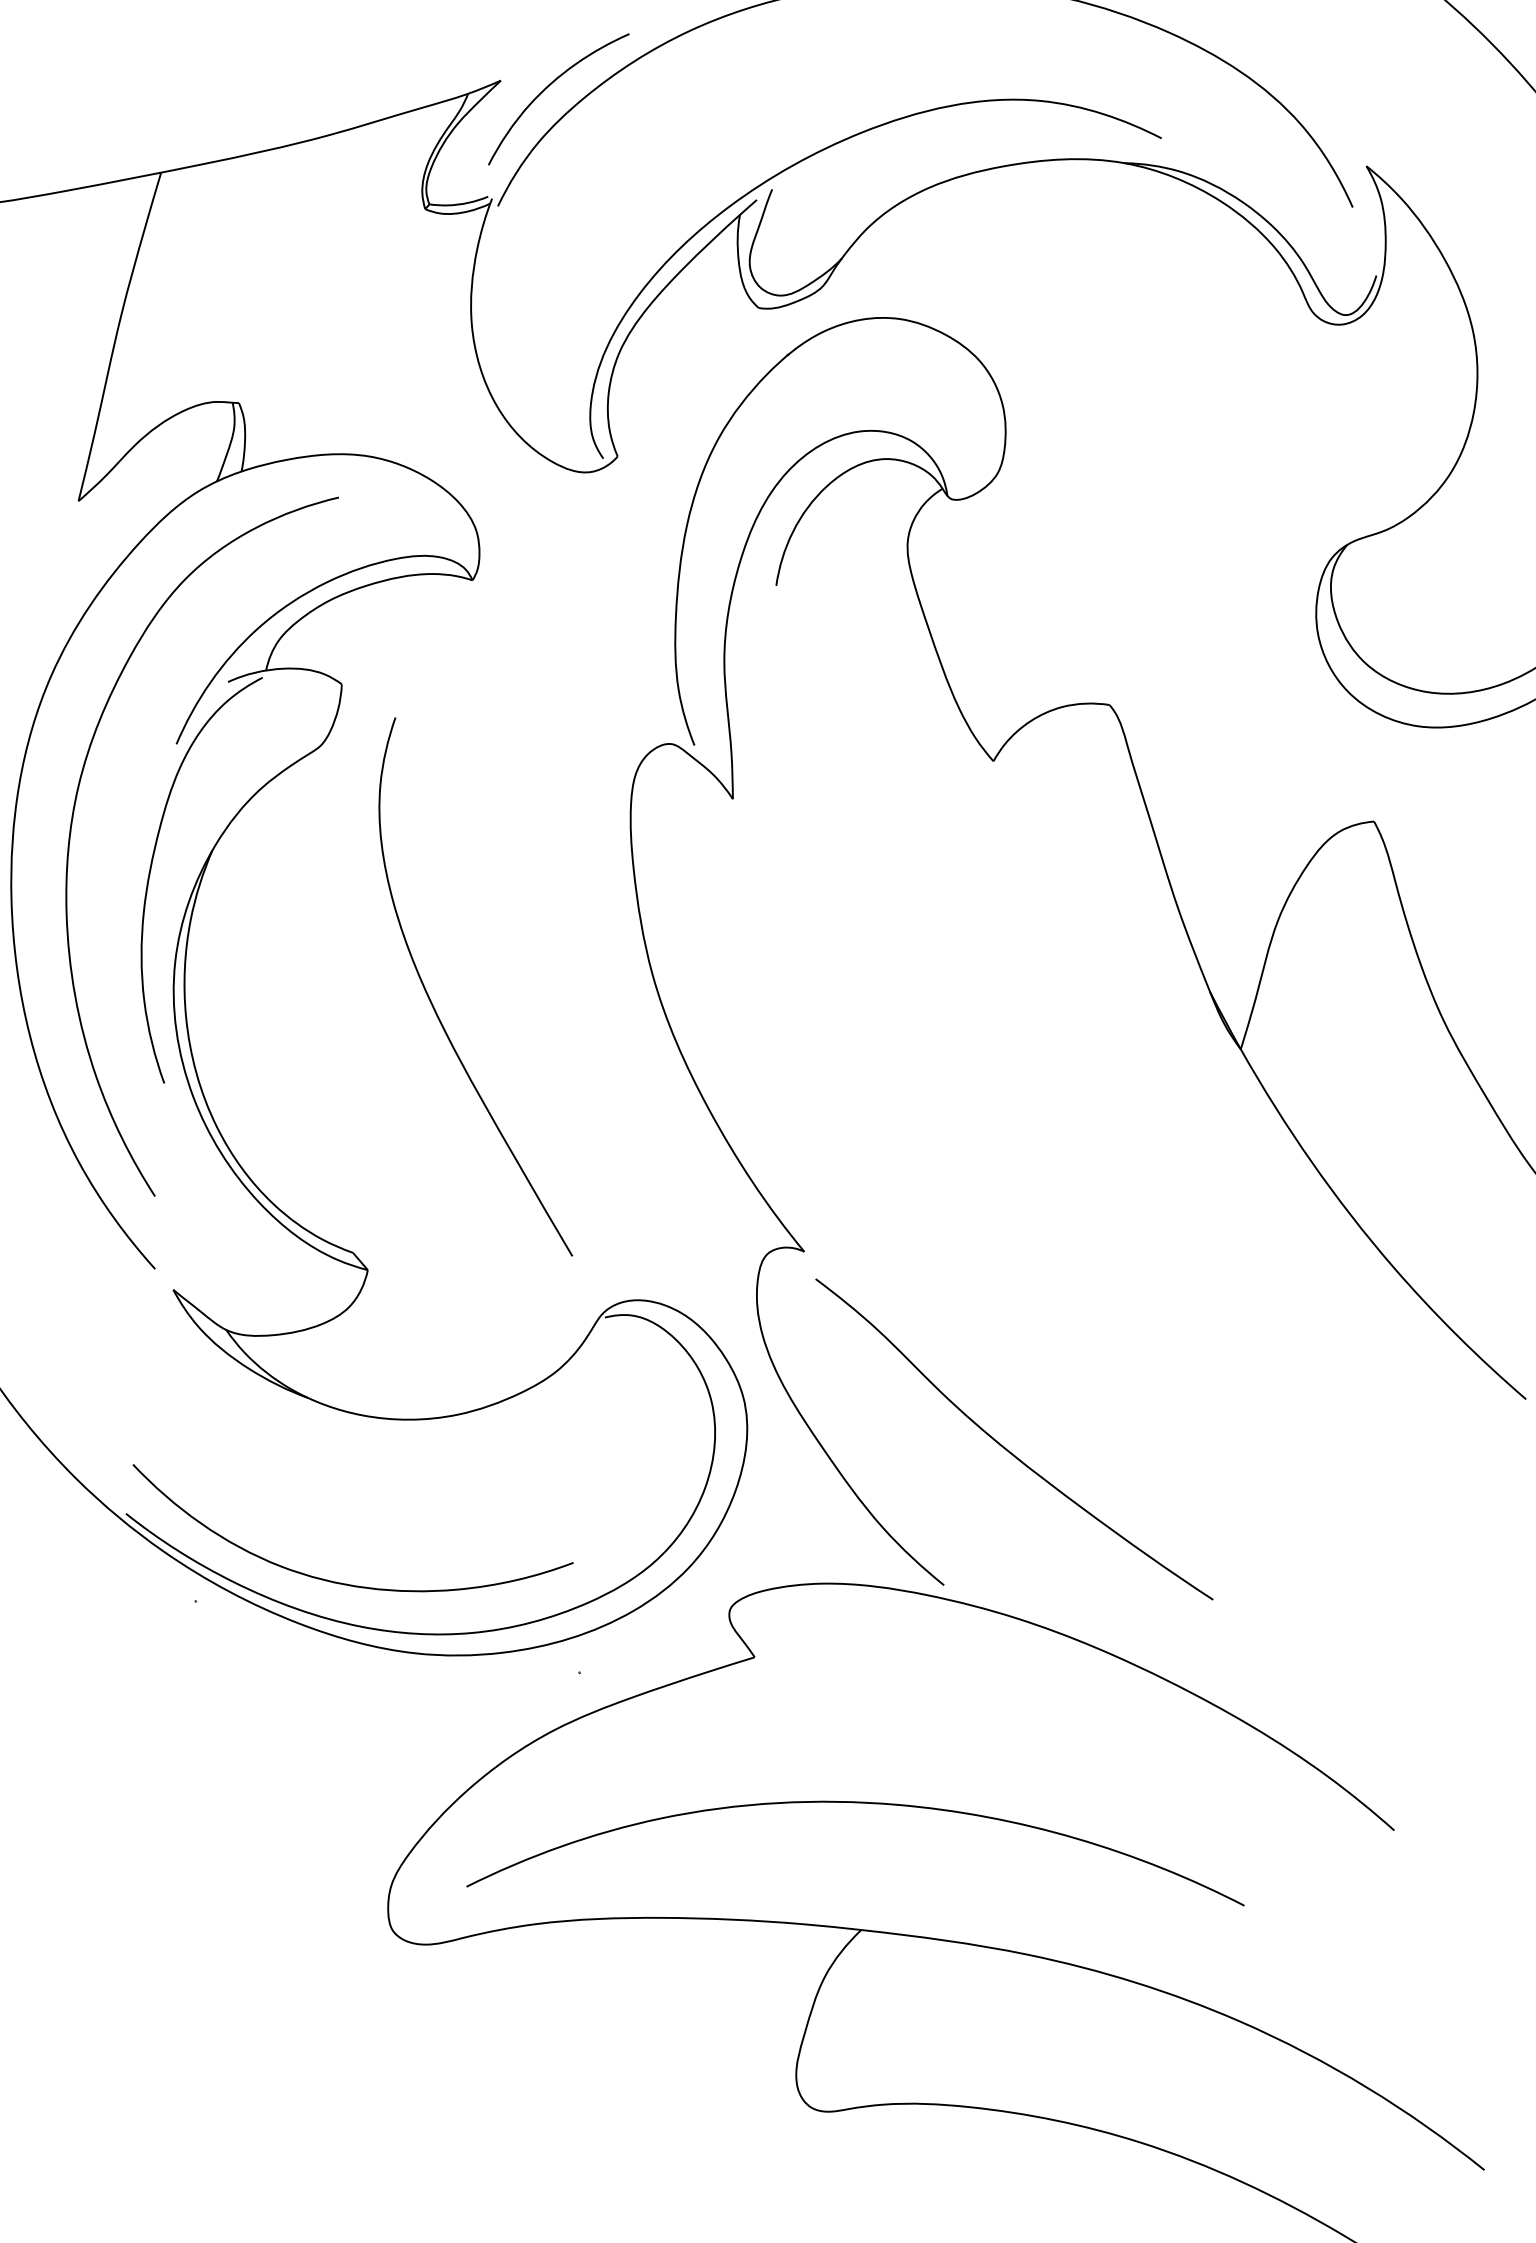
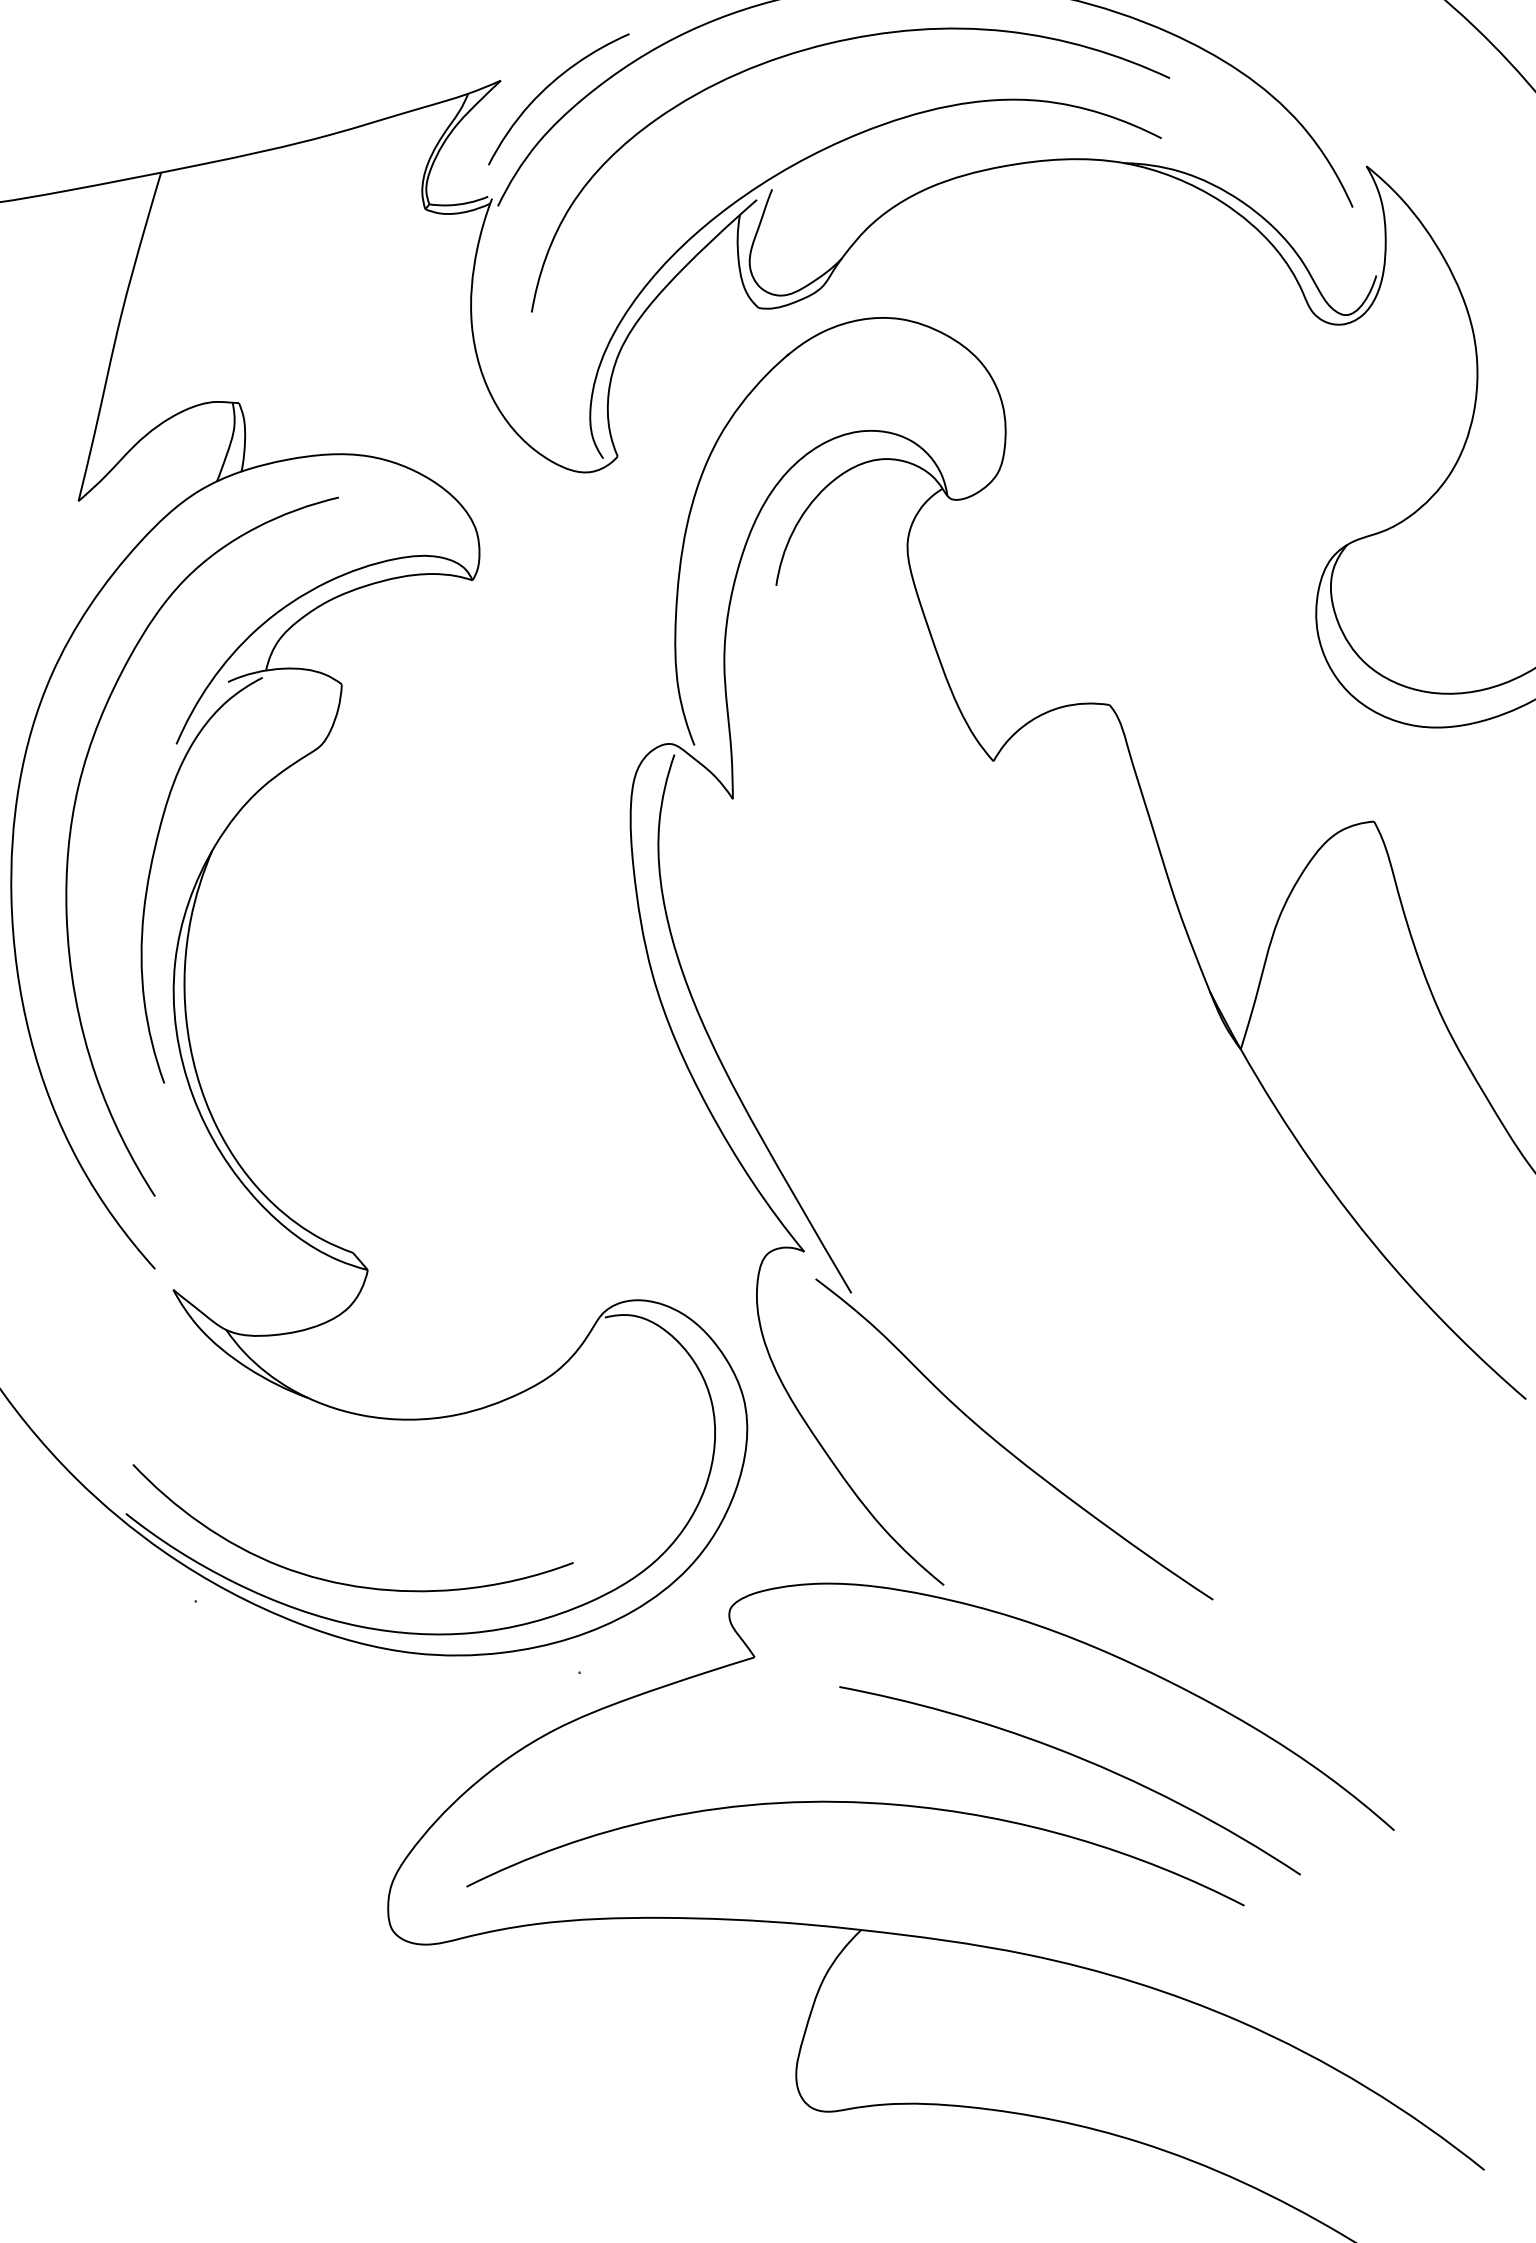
curve at (822, 46): none -> present
curve at (434, 1006) position: (434, 1006) -> (713, 1043)
curve at (1080, 1759): none -> present
